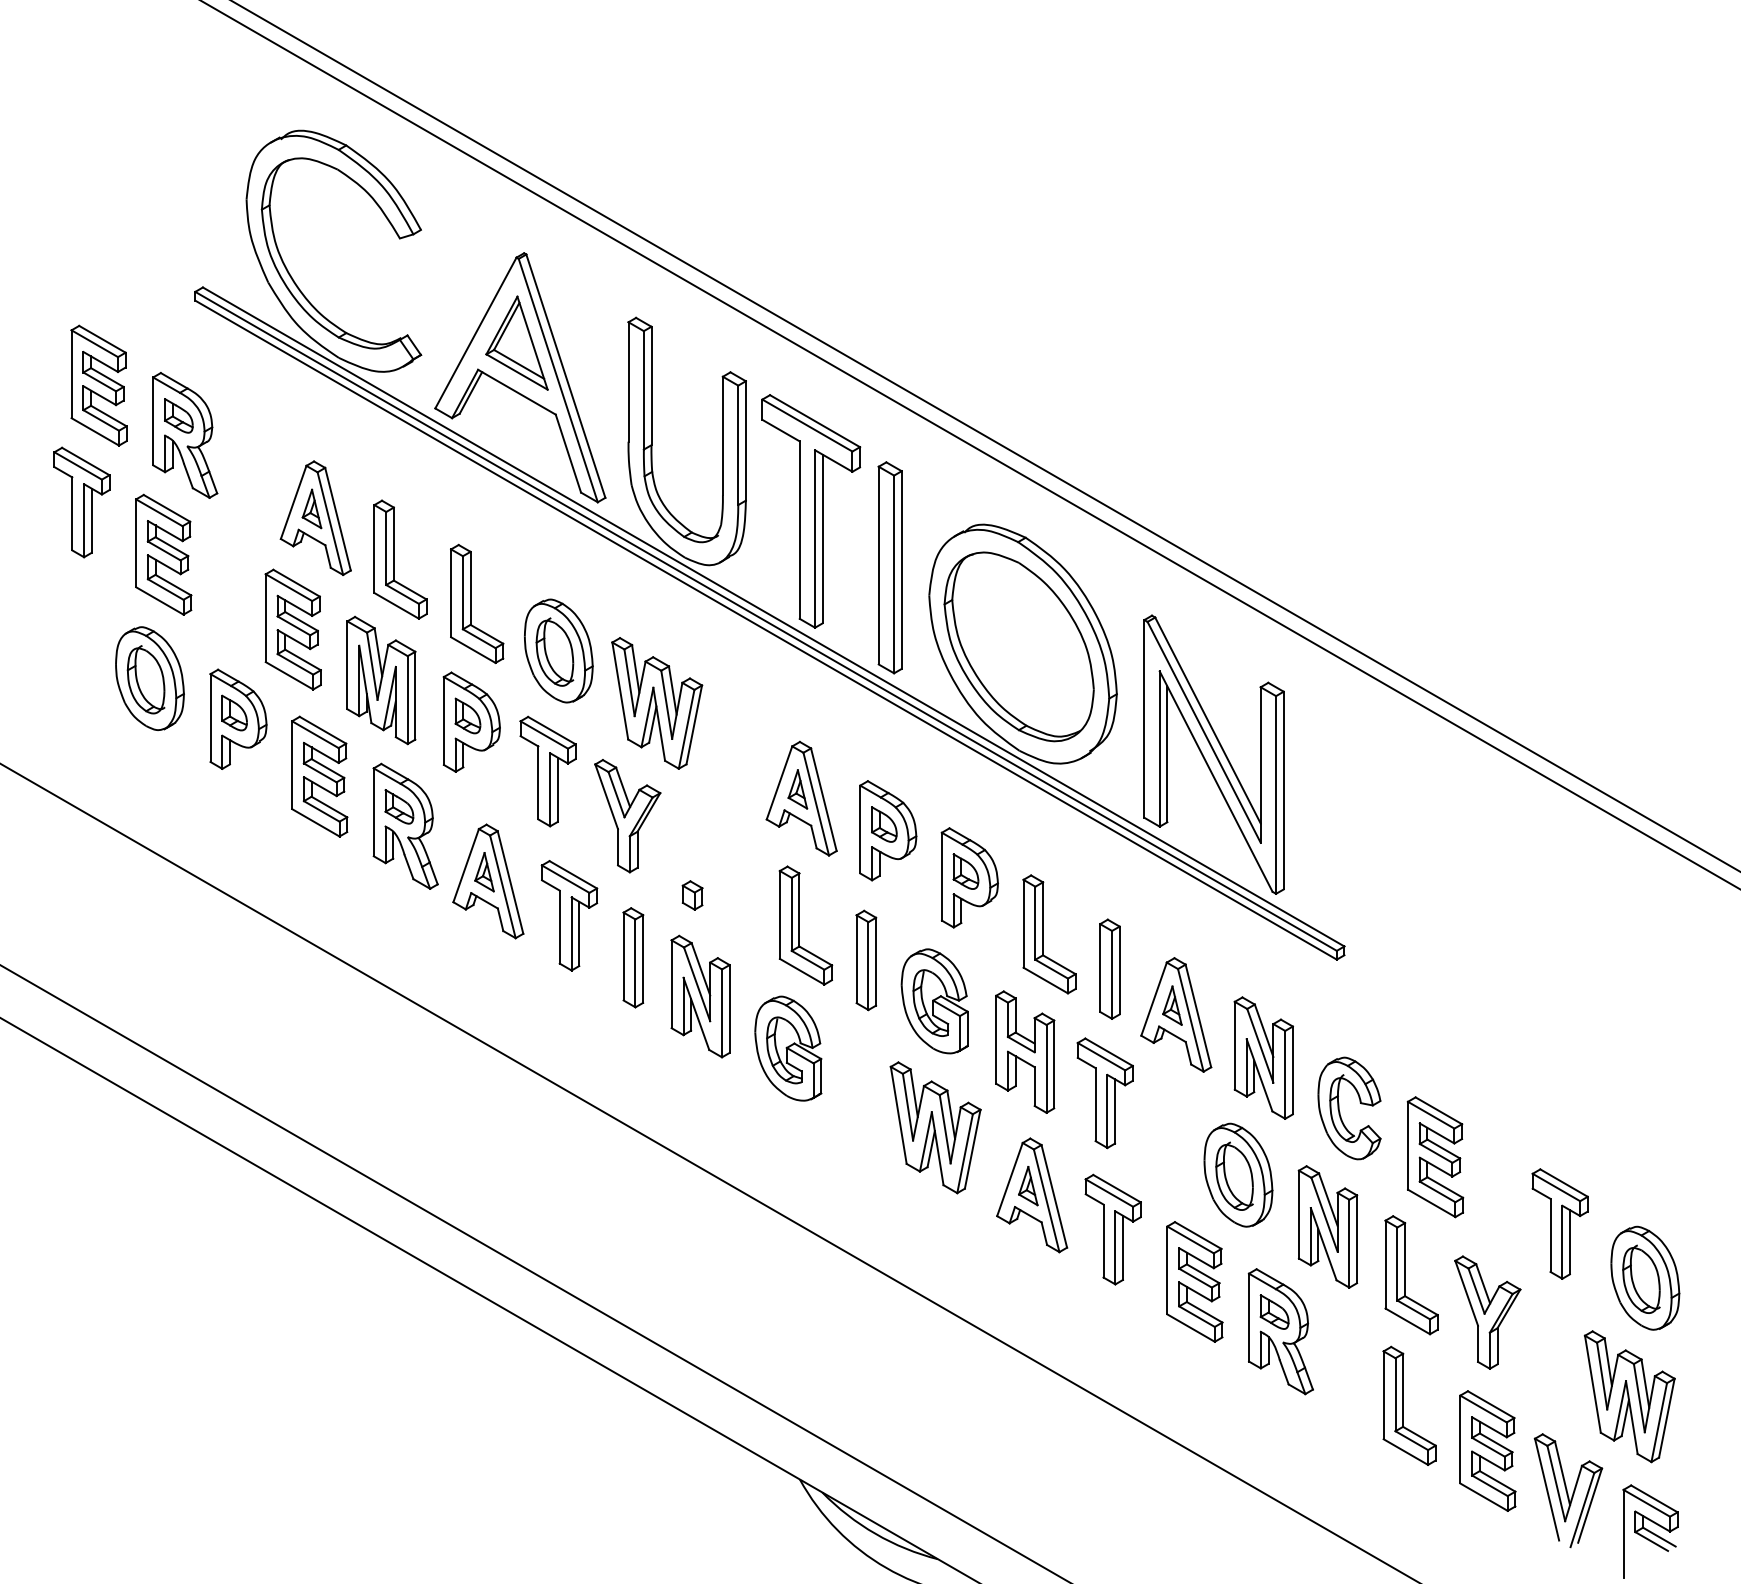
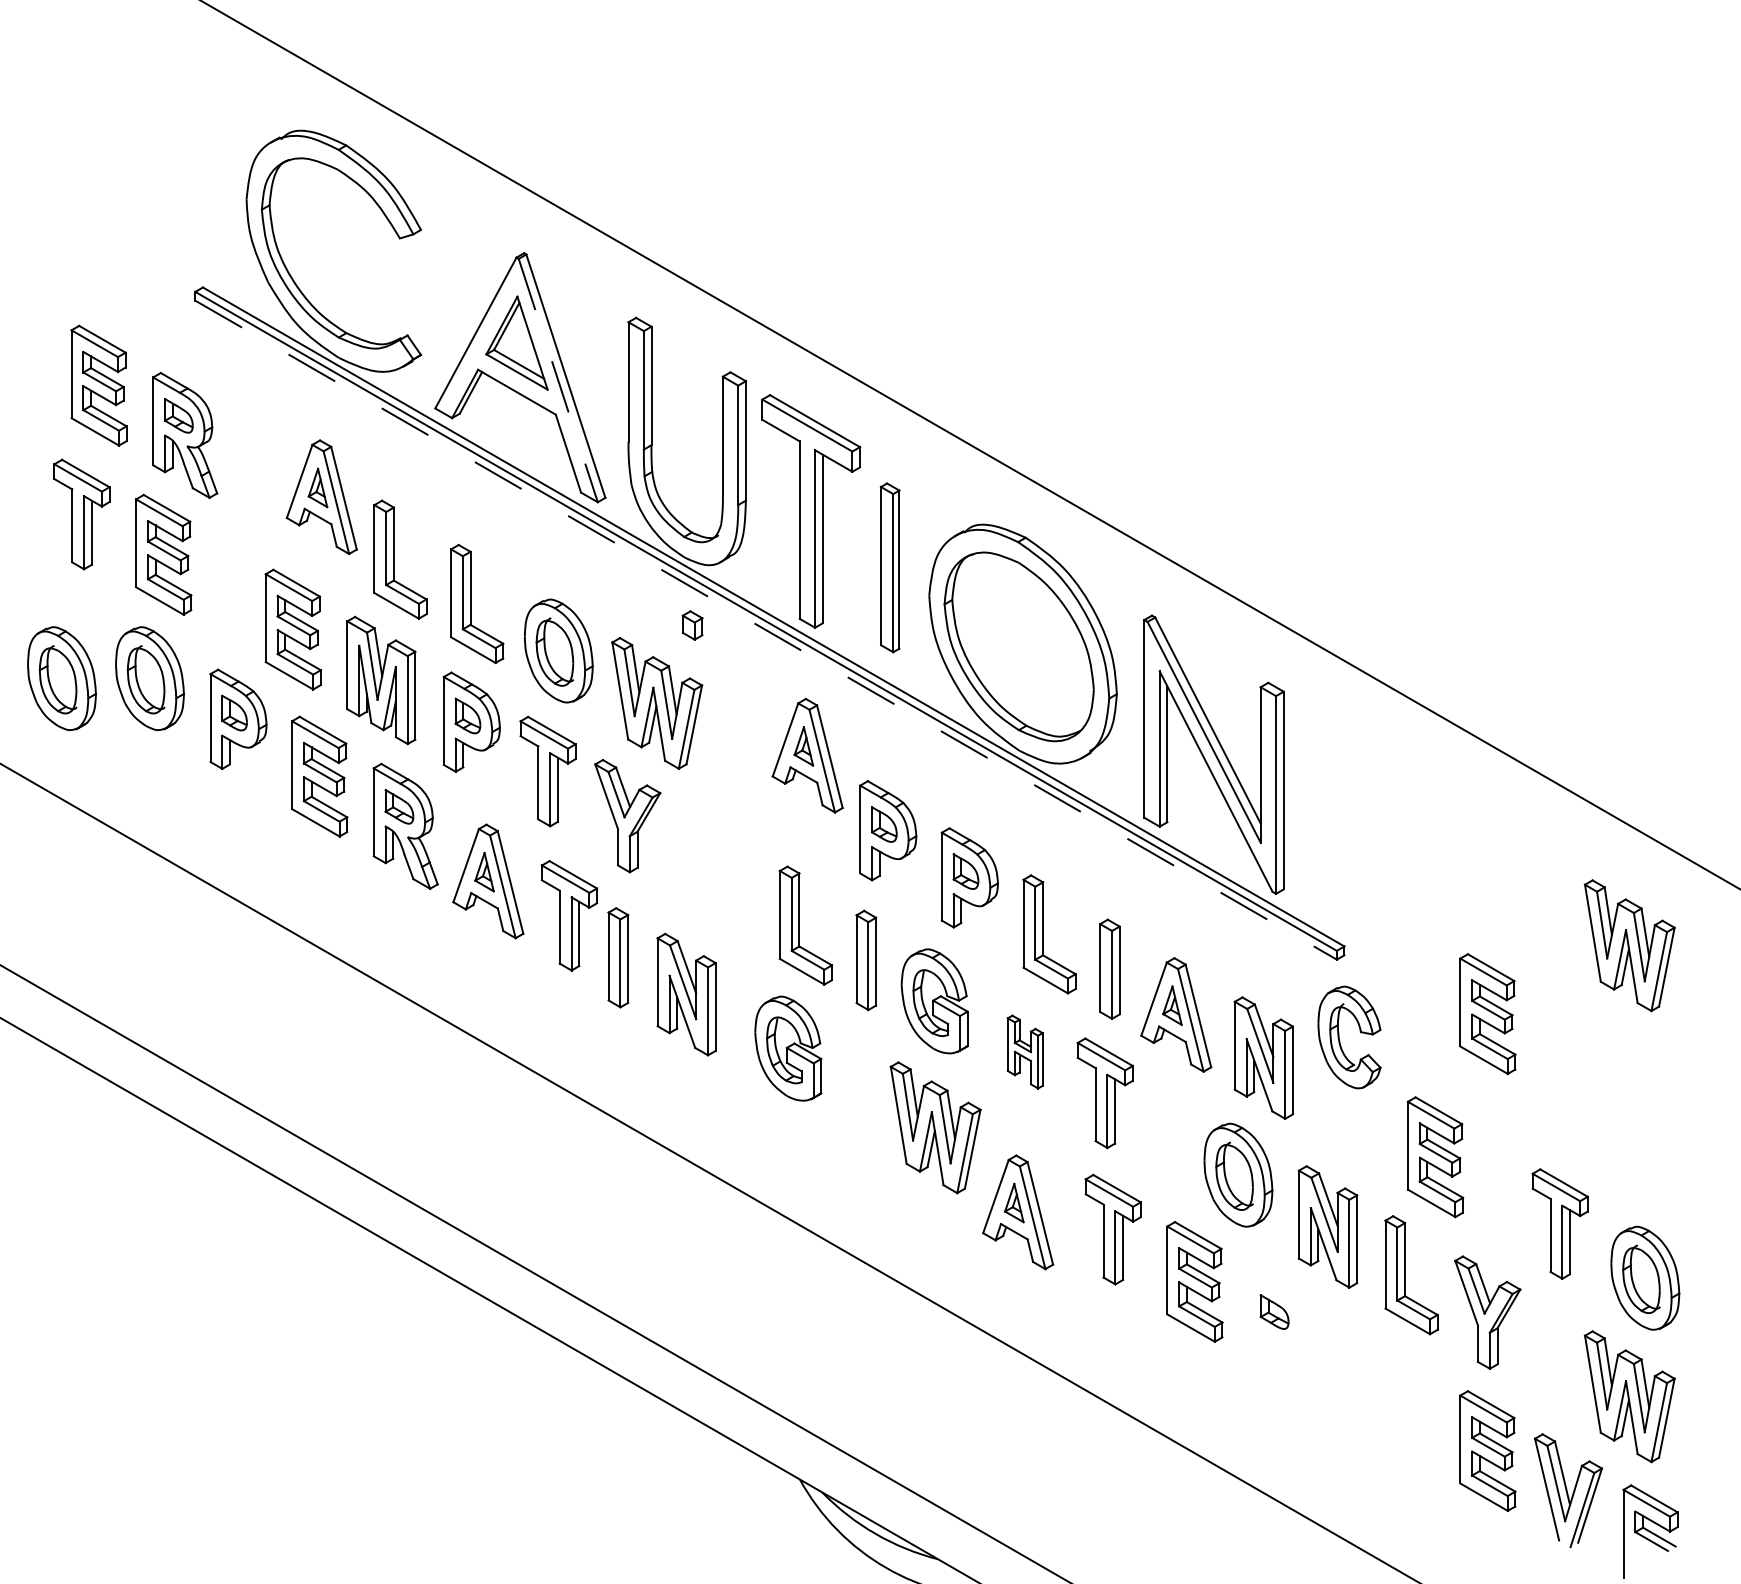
line at (558, 380): solid -> dashed
line at (985, 436): present -> none
part at (81, 502) position: (81, 502) -> (81, 514)
part at (315, 517) position: (315, 517) -> (321, 496)
part at (889, 567) size: 26x214 px -> 21x172 px
line at (766, 630): solid -> dashed
part at (61, 678): none -> present
part at (801, 798) position: (801, 798) -> (807, 755)
part at (692, 895) position: (692, 895) -> (692, 625)
part at (1629, 945): none -> present
part at (633, 957) position: (633, 957) -> (618, 957)
part at (700, 996) position: (700, 996) -> (686, 994)
part at (1487, 1013): none -> present
part at (1025, 1051) size: 61x124 px -> 38x76 px
part at (1340, 1112) position: (1340, 1112) -> (1340, 1041)
part at (1032, 1195) position: (1032, 1195) -> (1018, 1212)
part at (1280, 1331): present -> none
part at (1409, 1405): present -> none
